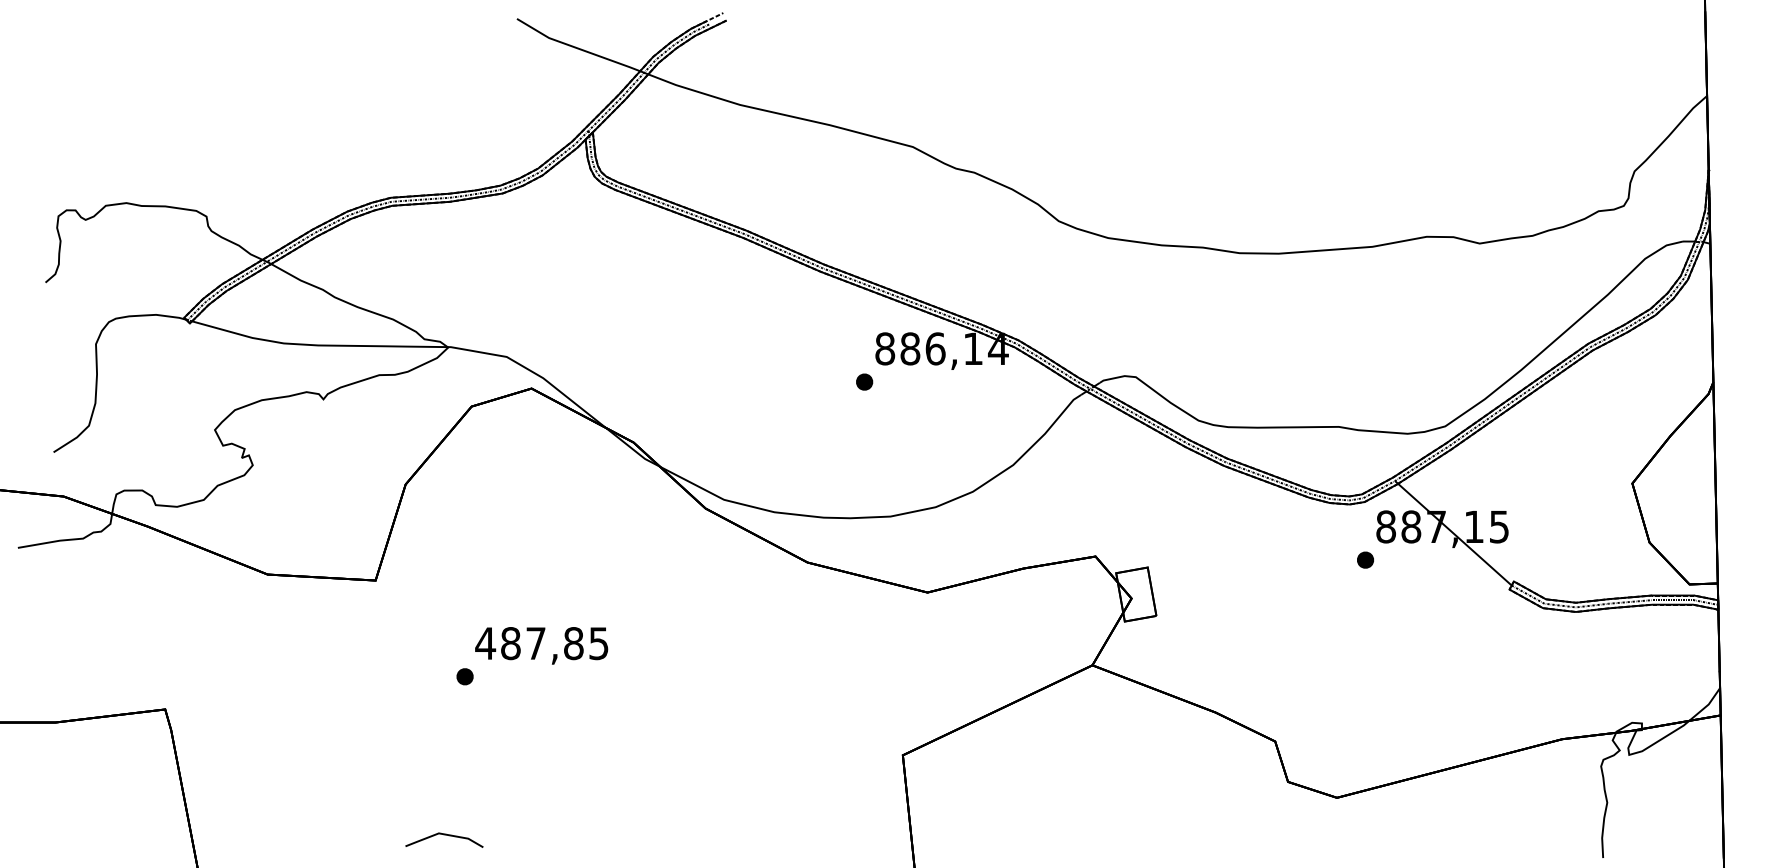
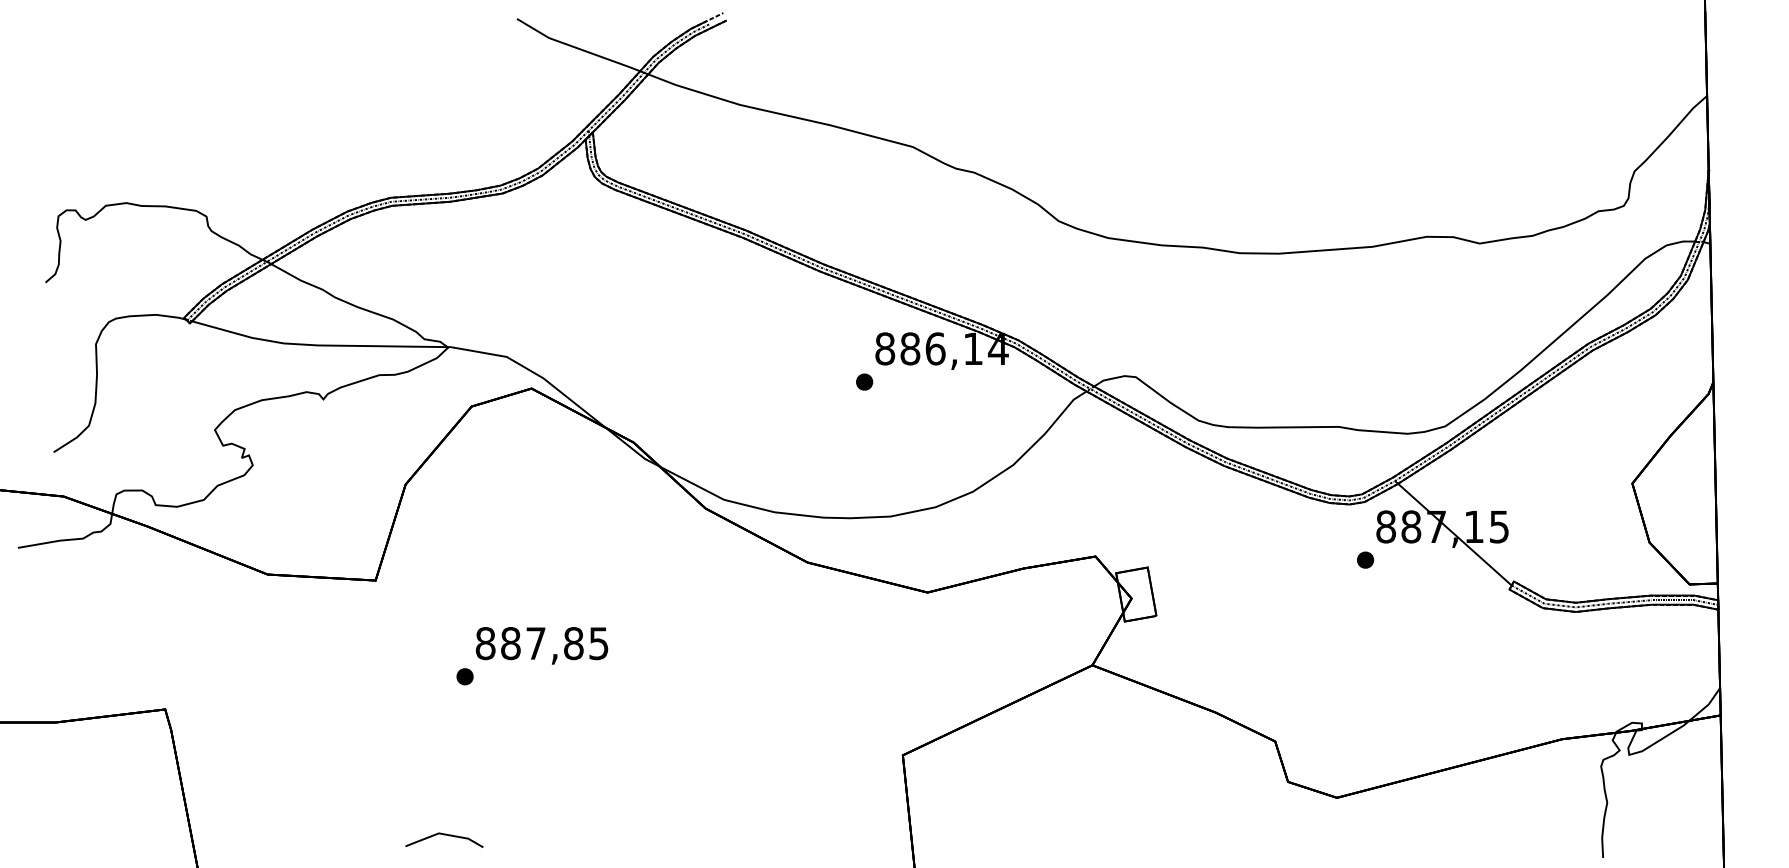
text at (485, 643): 487,85 -> 887,85
